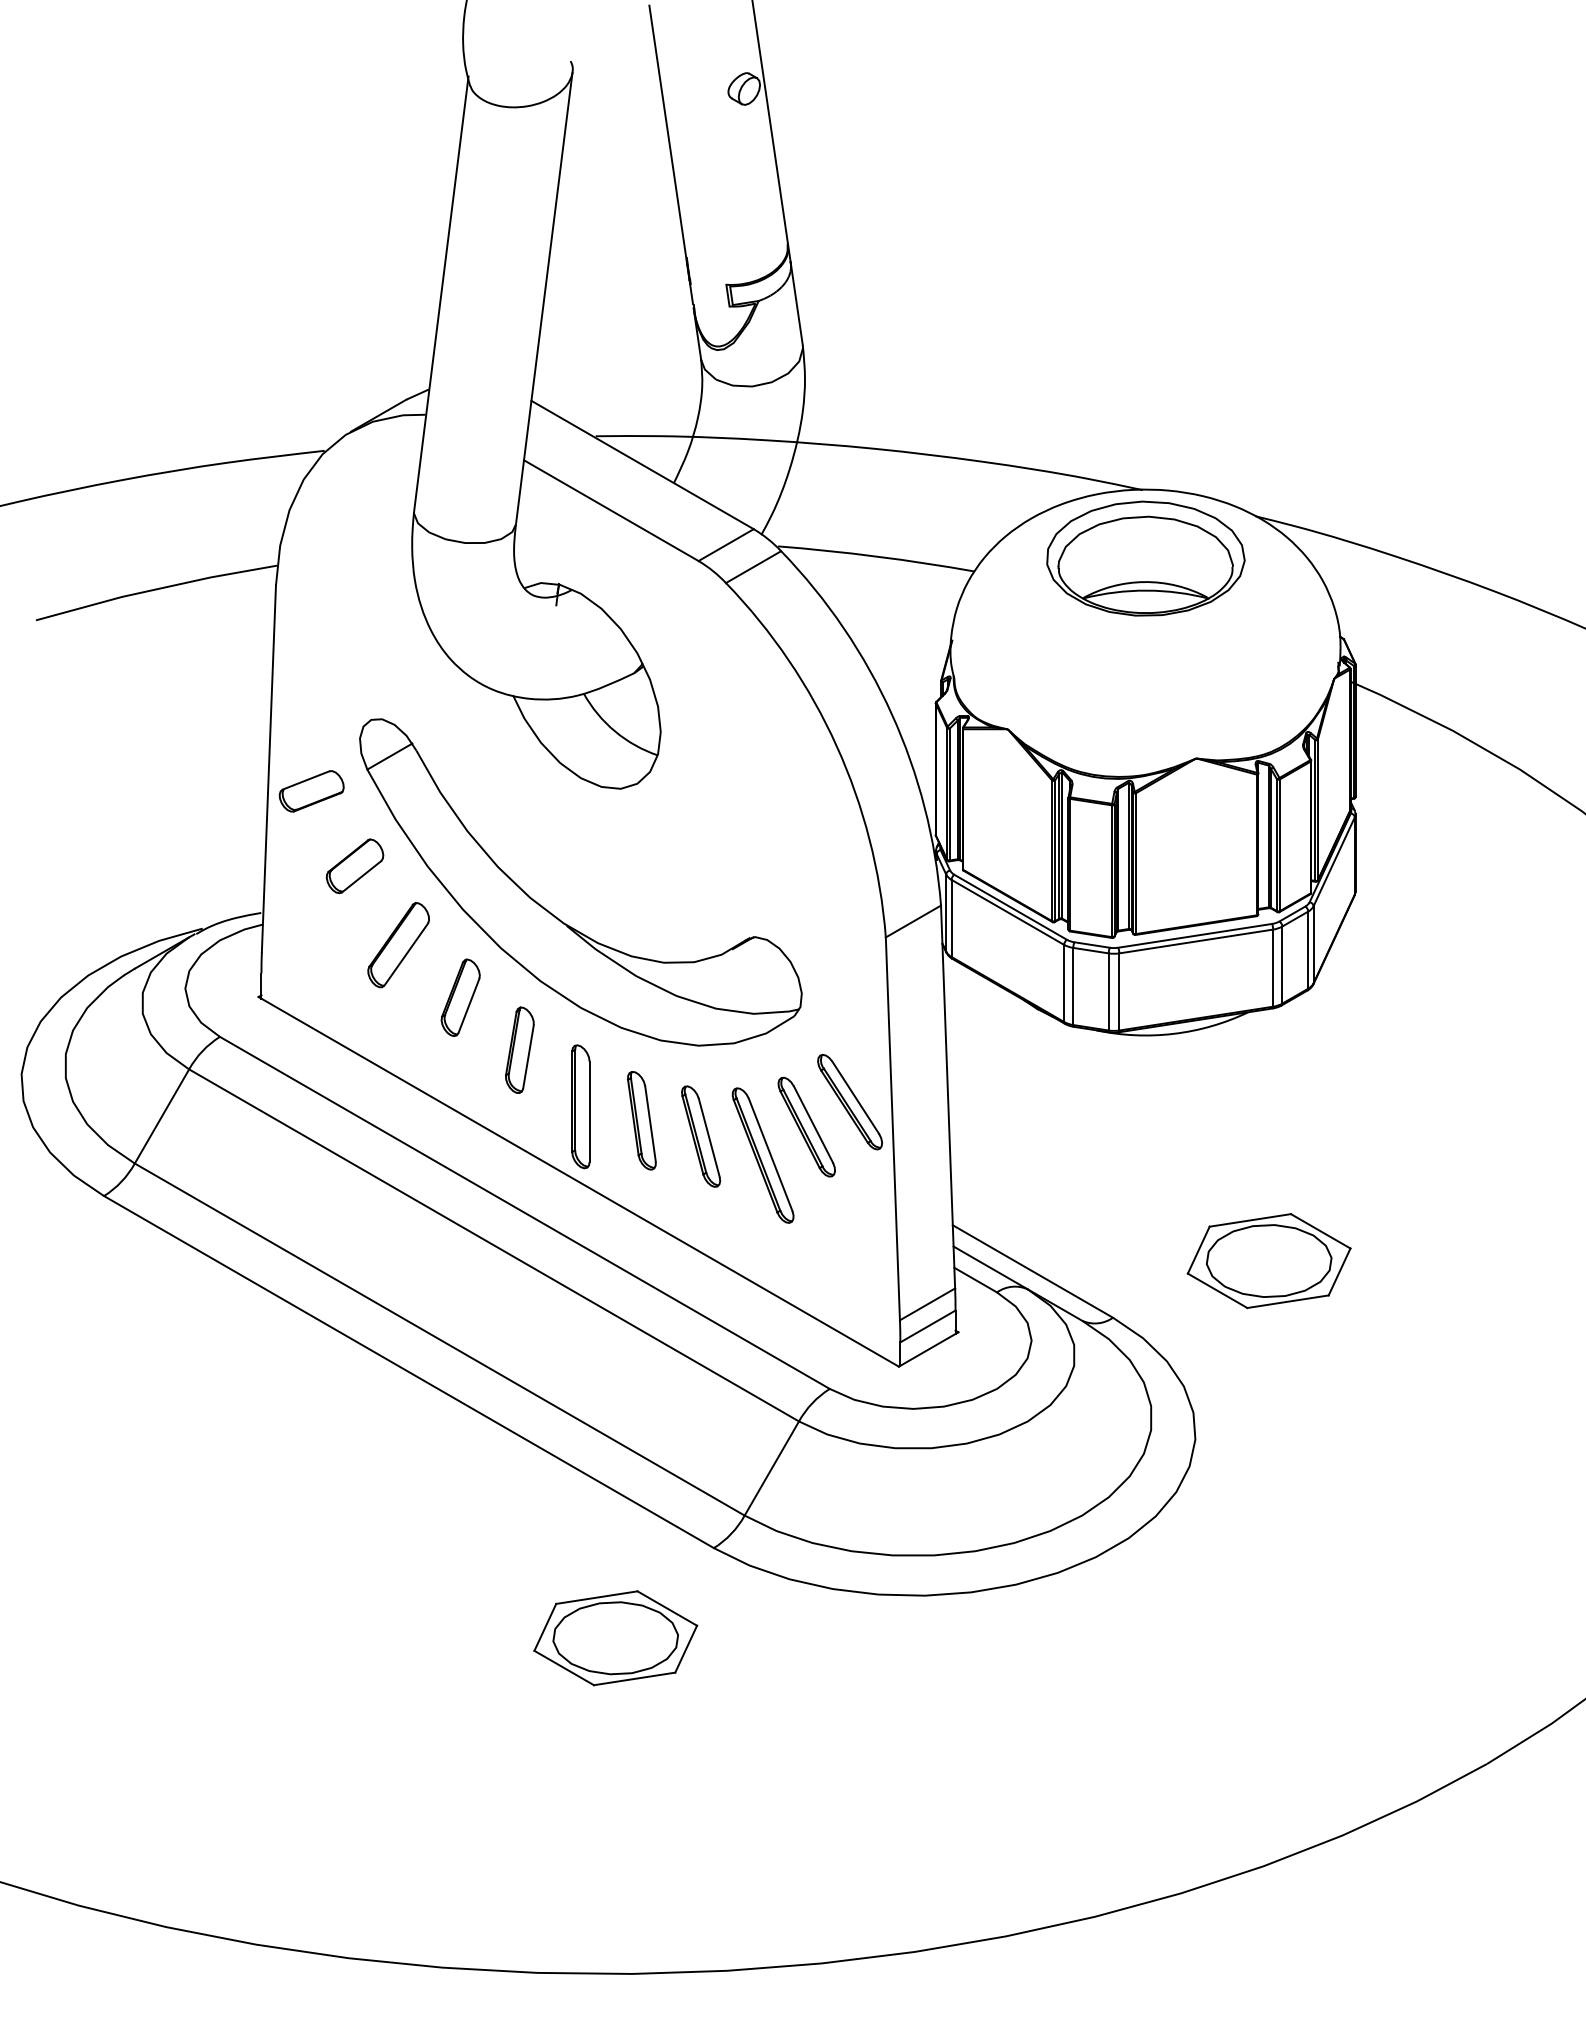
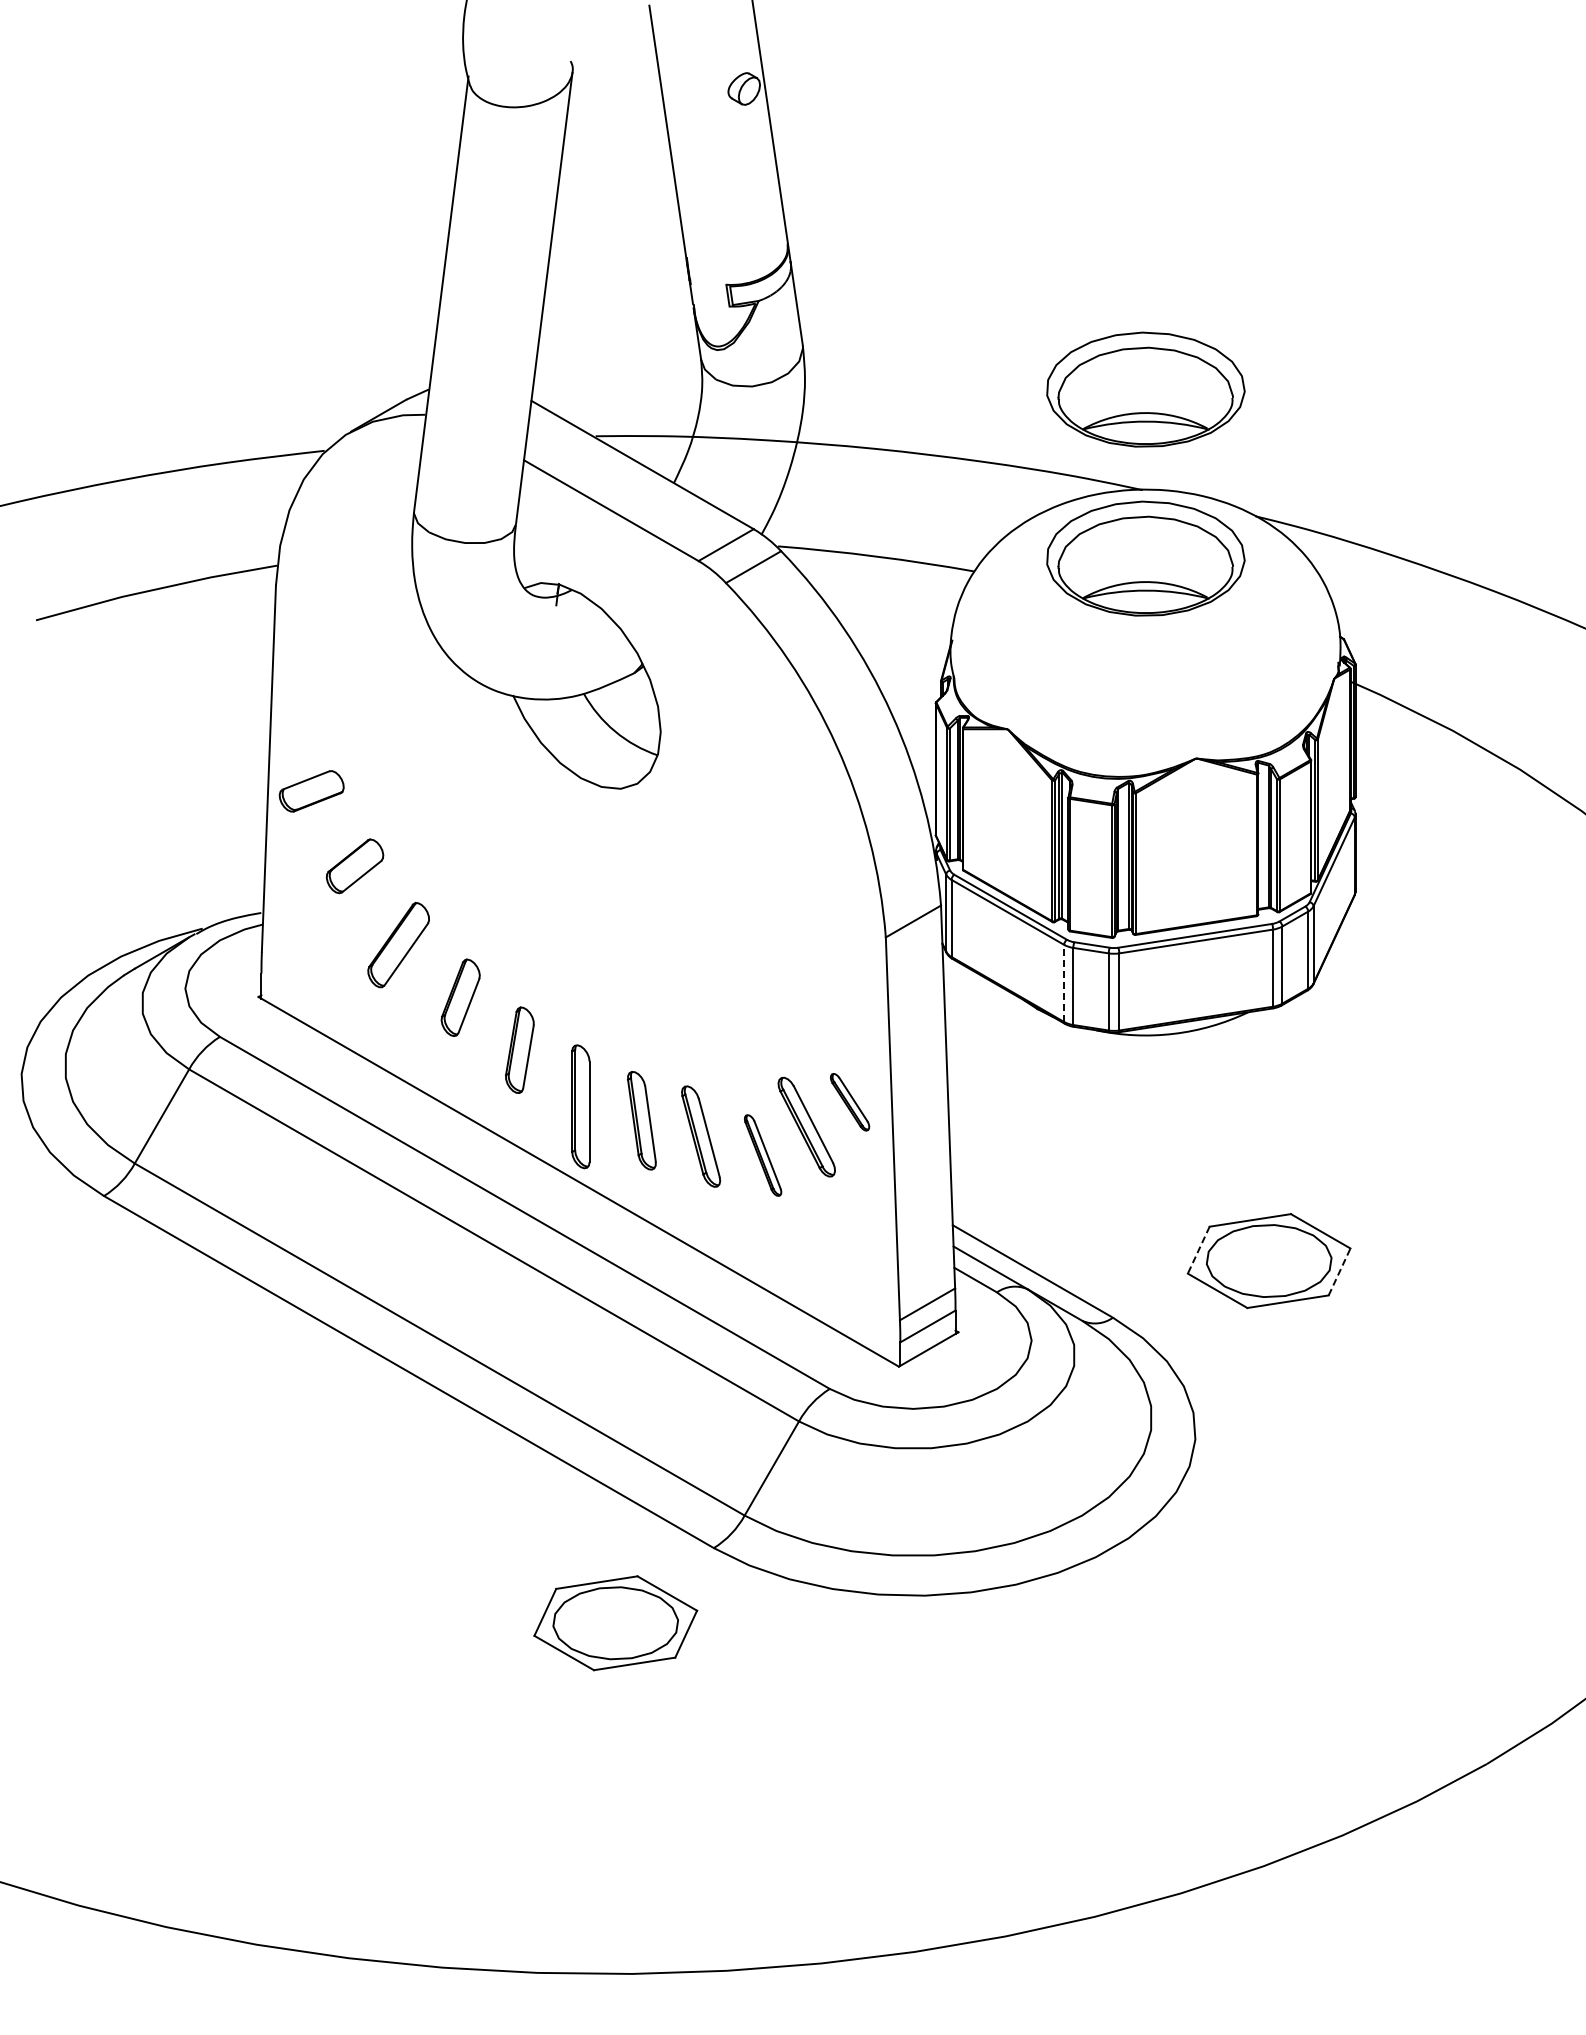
part at (1145, 389): none -> present
part at (555, 915): present -> none
line at (1064, 983): solid -> dashed
part at (849, 1102) size: 66x97 px -> 41x59 px
part at (762, 1155) size: 64x137 px -> 39x83 px
line at (1198, 1250): solid -> dashed
line at (1339, 1271): solid -> dashed
part at (615, 1638) position: (615, 1638) -> (615, 1623)
